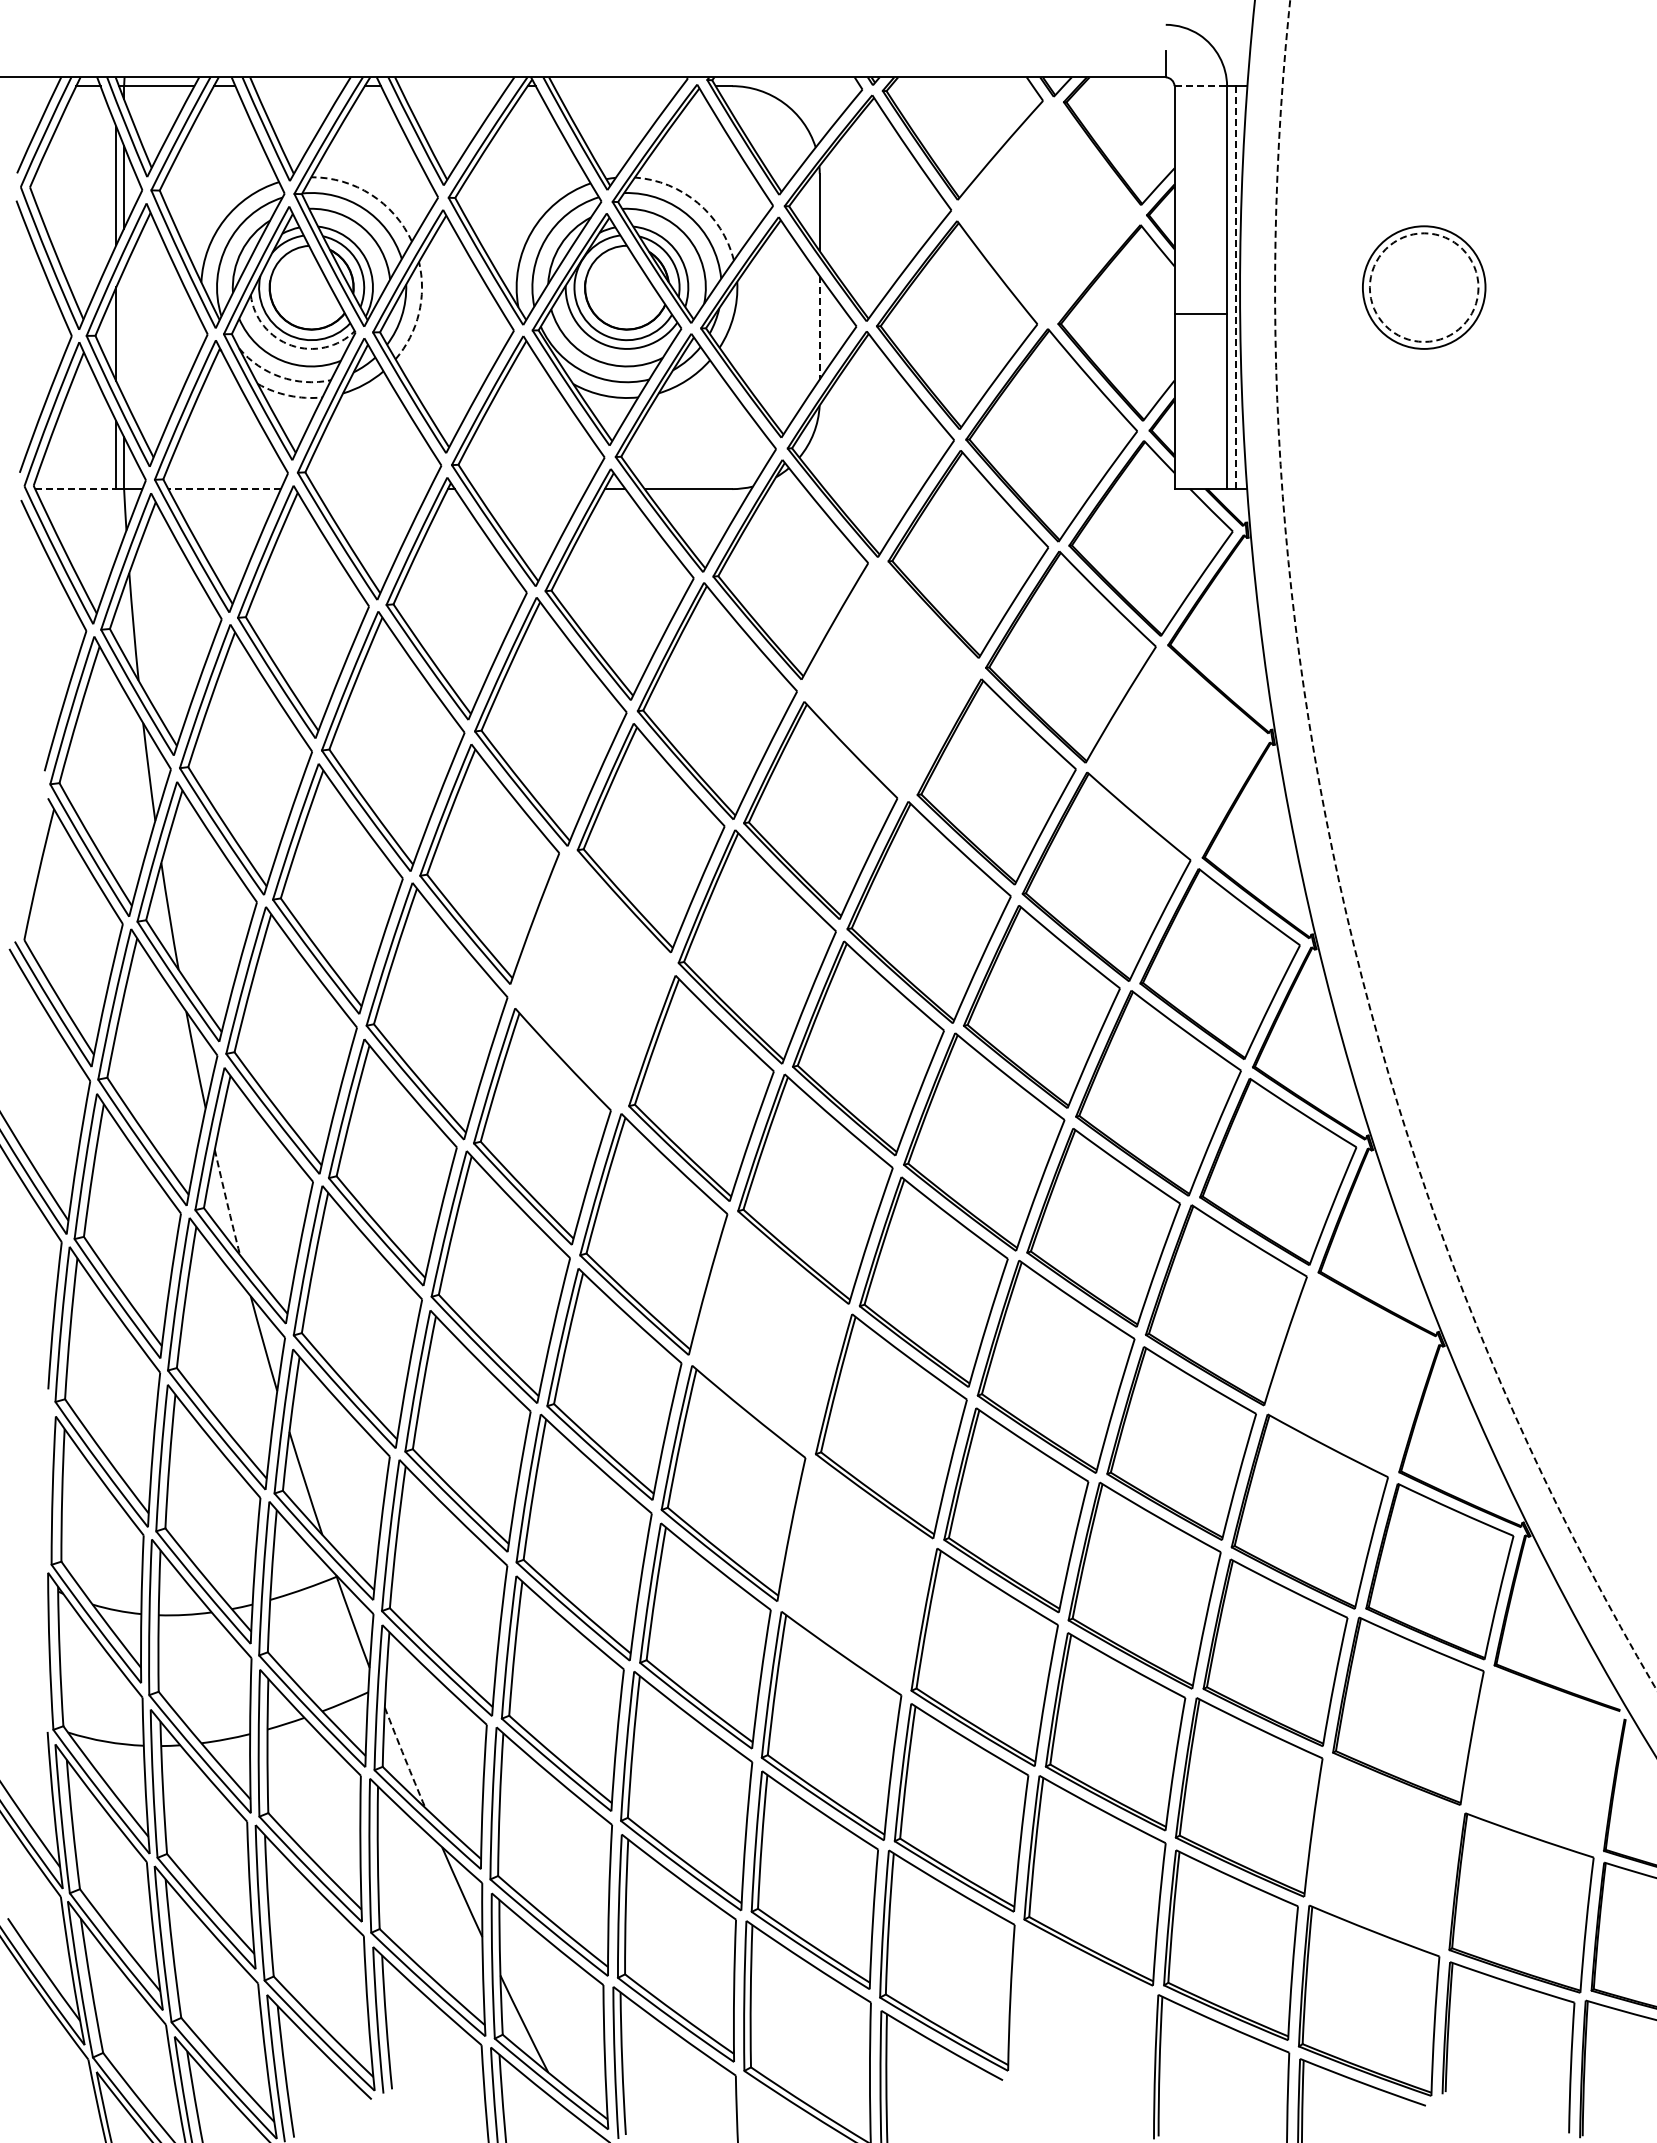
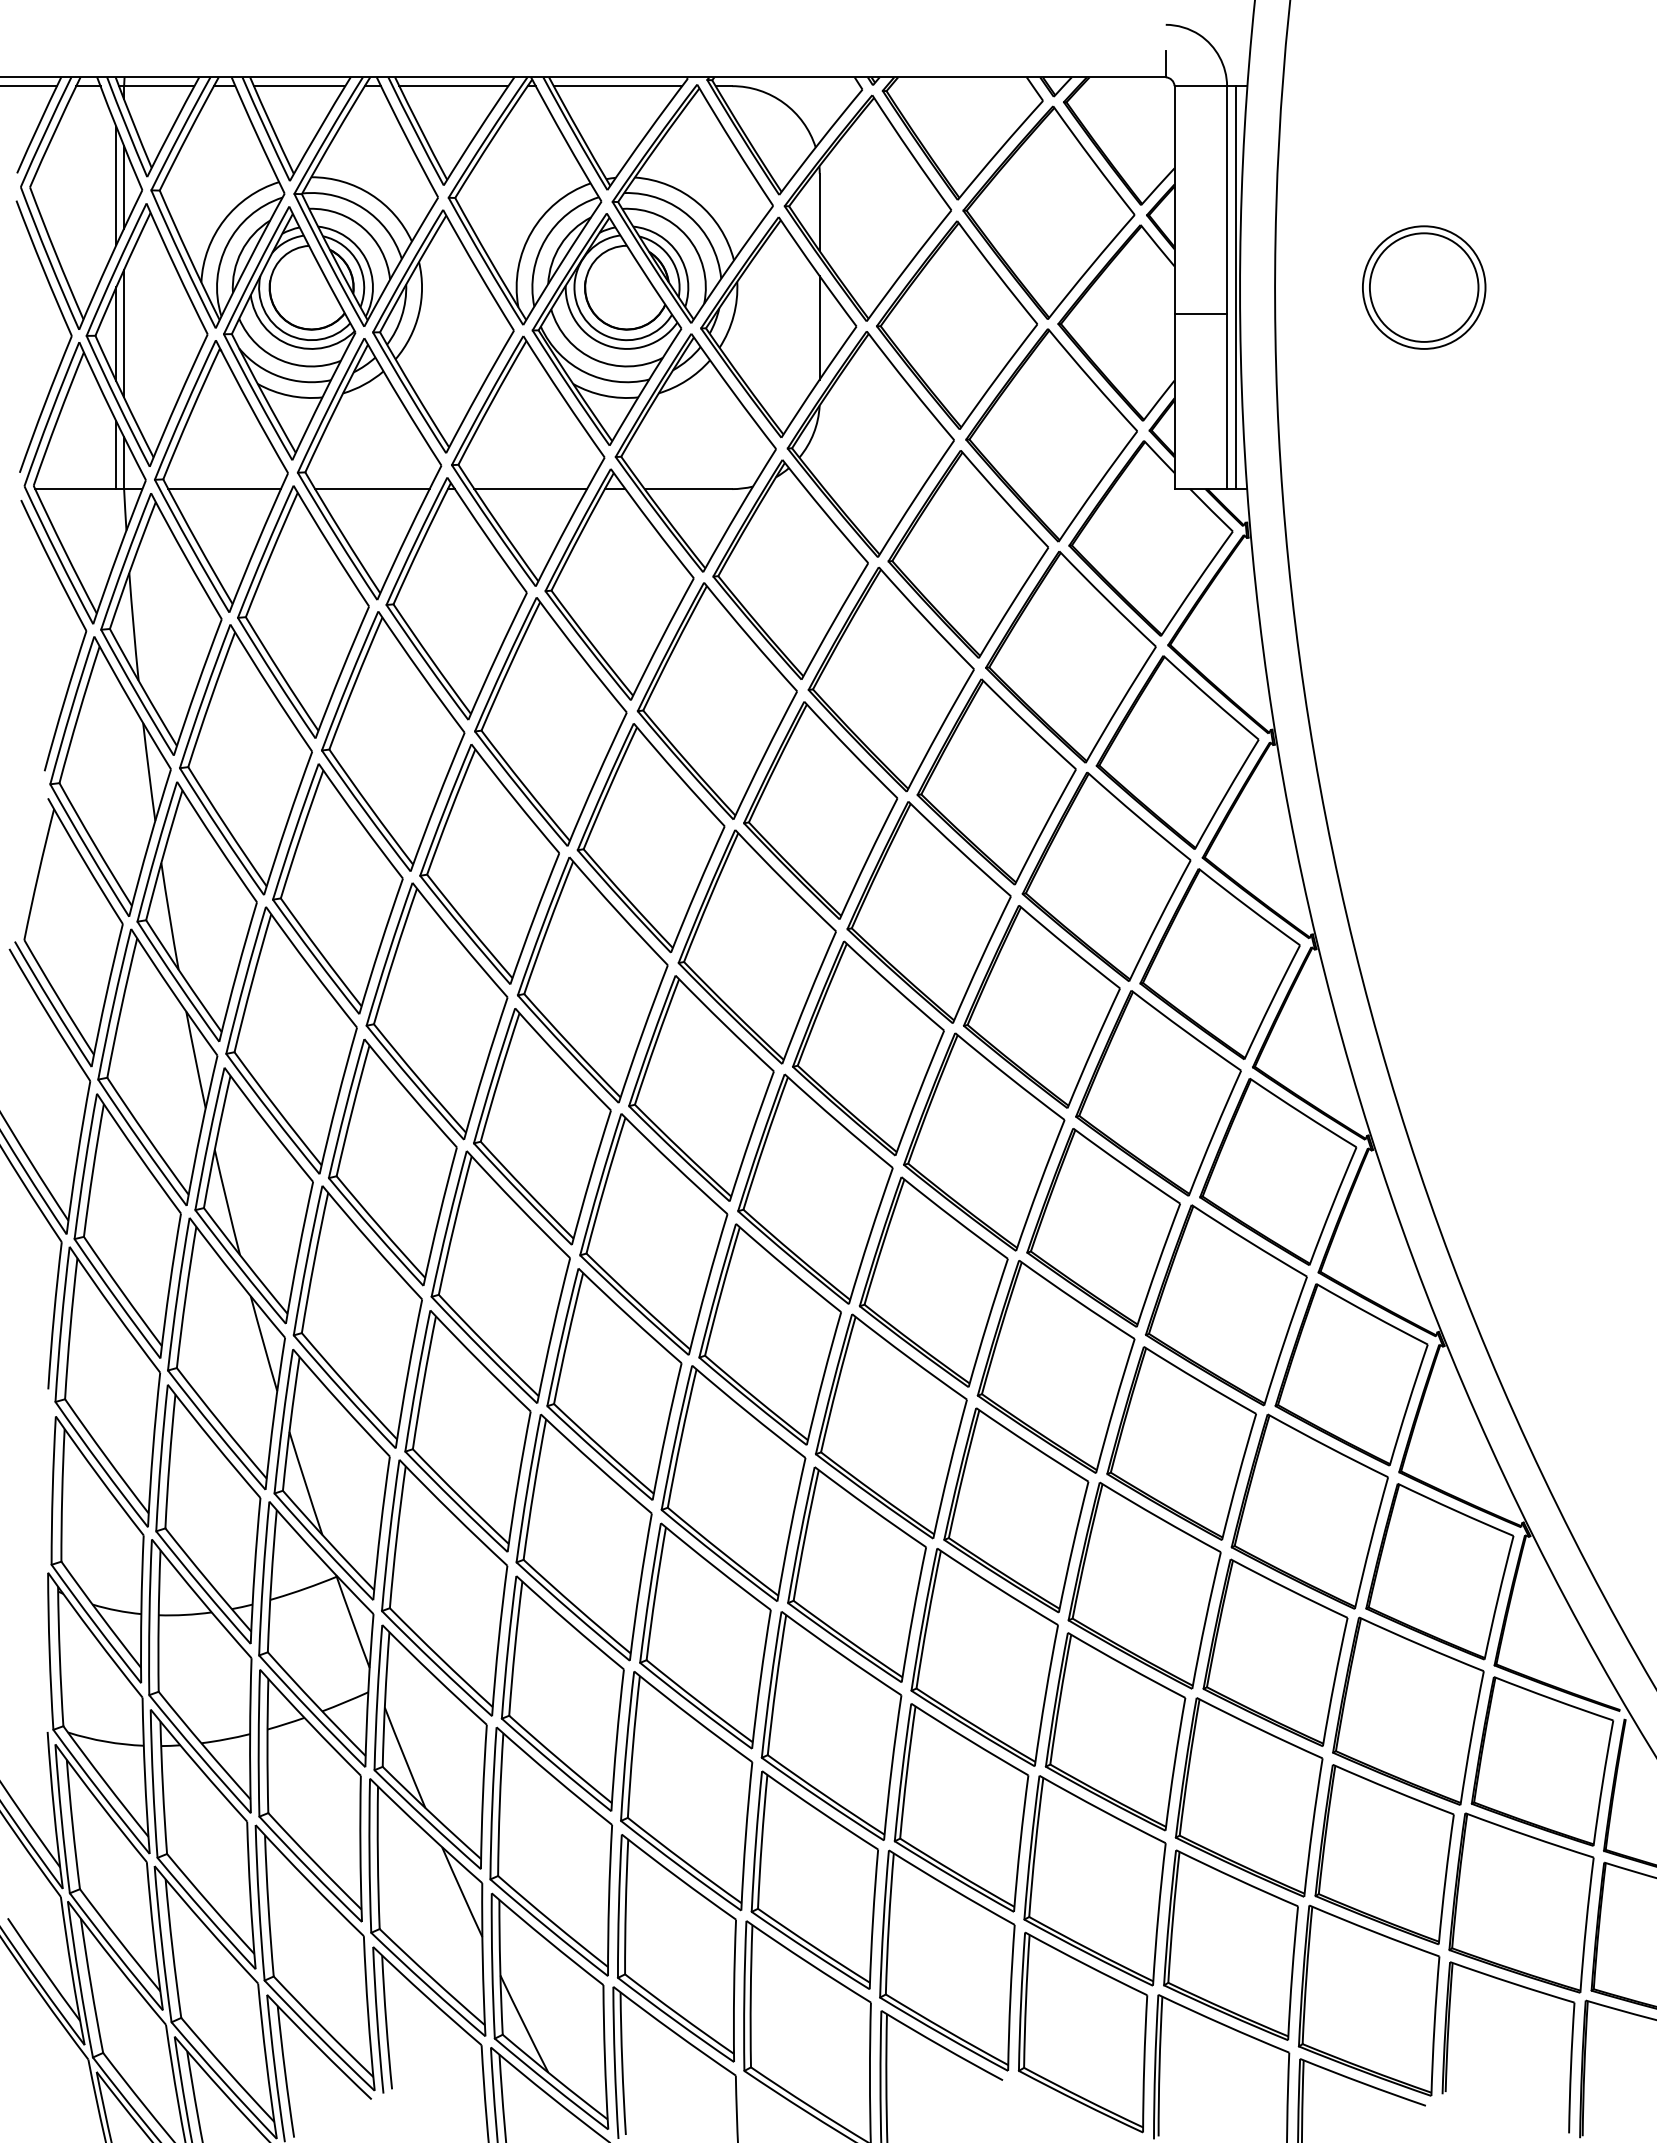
line at (29, 86): none -> present
line at (299, 86): none -> present
line at (453, 86): none -> present
line at (617, 86): none -> present
line at (1201, 86): dashed -> solid
arc at (371, 194): dashed -> solid
arc at (697, 202): dashed -> solid
part at (1048, 212): none -> present
circle at (1423, 287): dashed -> solid
line at (1235, 288): dashed -> solid
arc at (418, 313): dashed -> solid
line at (819, 327): dashed -> solid
line at (123, 333): none -> present
arc at (291, 345): dashed -> solid
arc at (280, 377): dashed -> solid
arc at (289, 395): dashed -> solid
line at (75, 489): dashed -> solid
line at (224, 489): dashed -> solid
line at (372, 489): none -> present
line at (530, 489): none -> present
part at (890, 679): none -> present
part at (1177, 752): none -> present
arc at (1337, 874): dashed -> solid
part at (592, 979): none -> present
arc at (227, 1202): dashed -> solid
part at (769, 1334): none -> present
part at (1351, 1374): none -> present
part at (856, 1574): none -> present
arc at (404, 1757): dashed -> solid
part at (1542, 1761): none -> present
part at (1384, 1854): none -> present
part at (1082, 2032): none -> present
